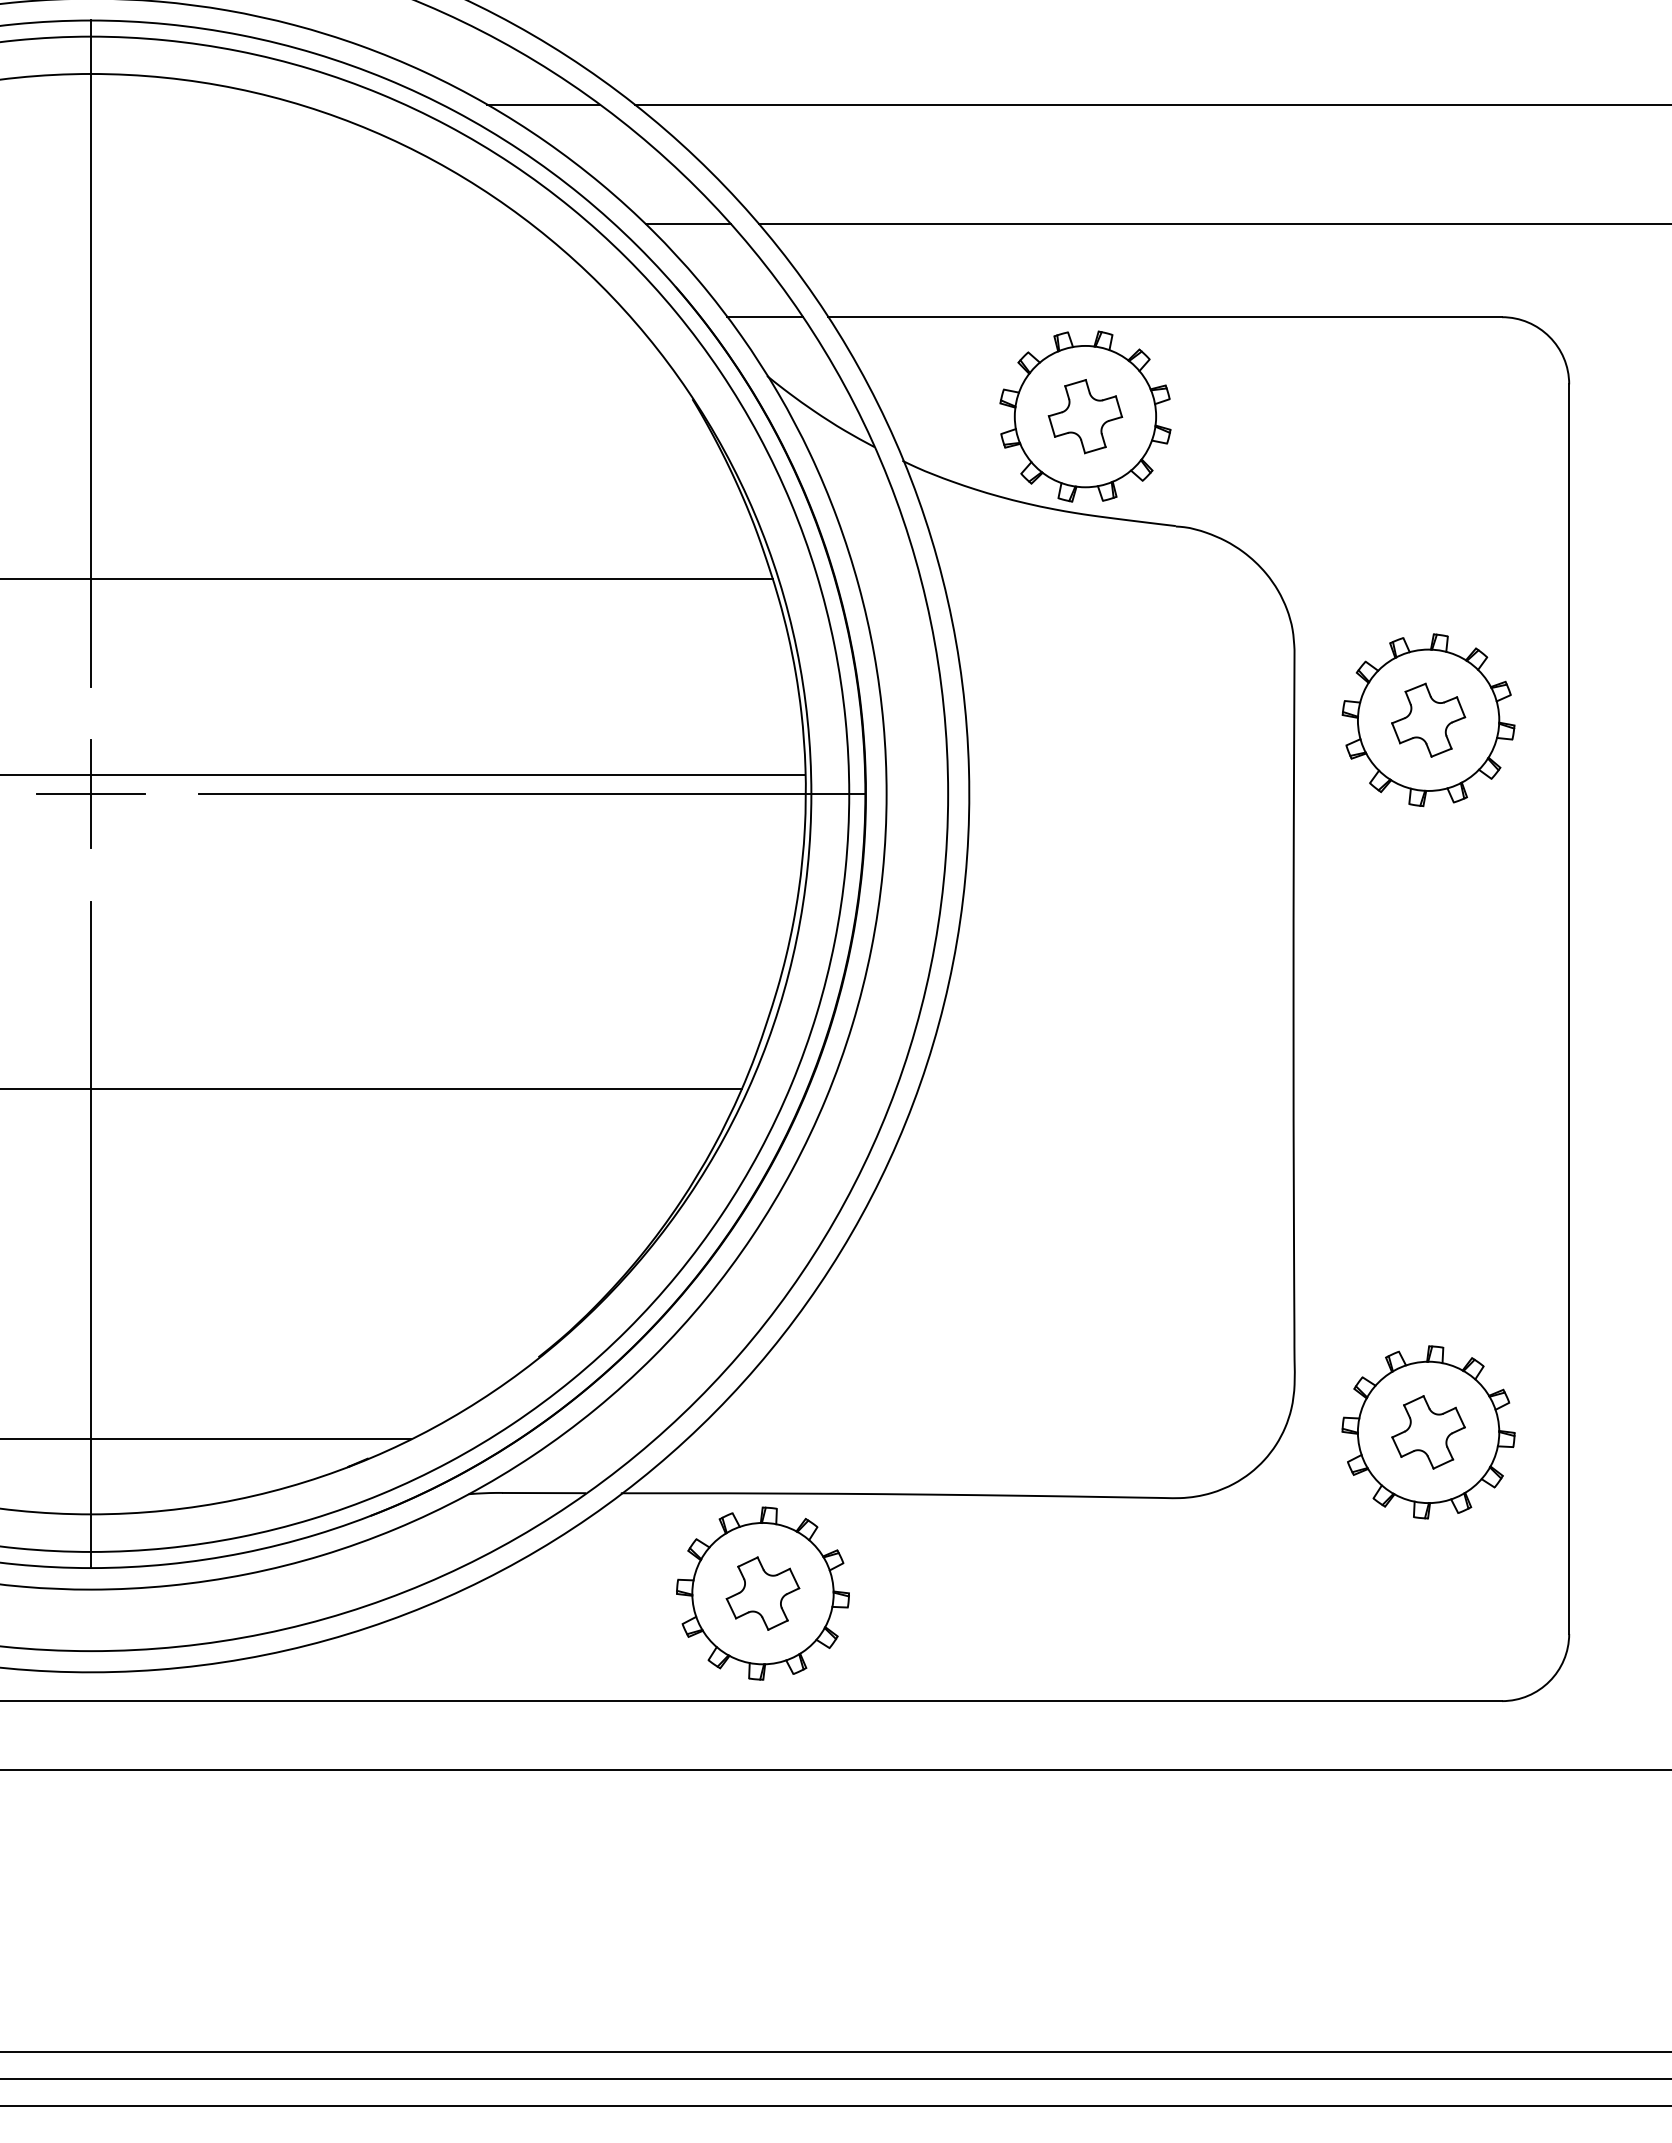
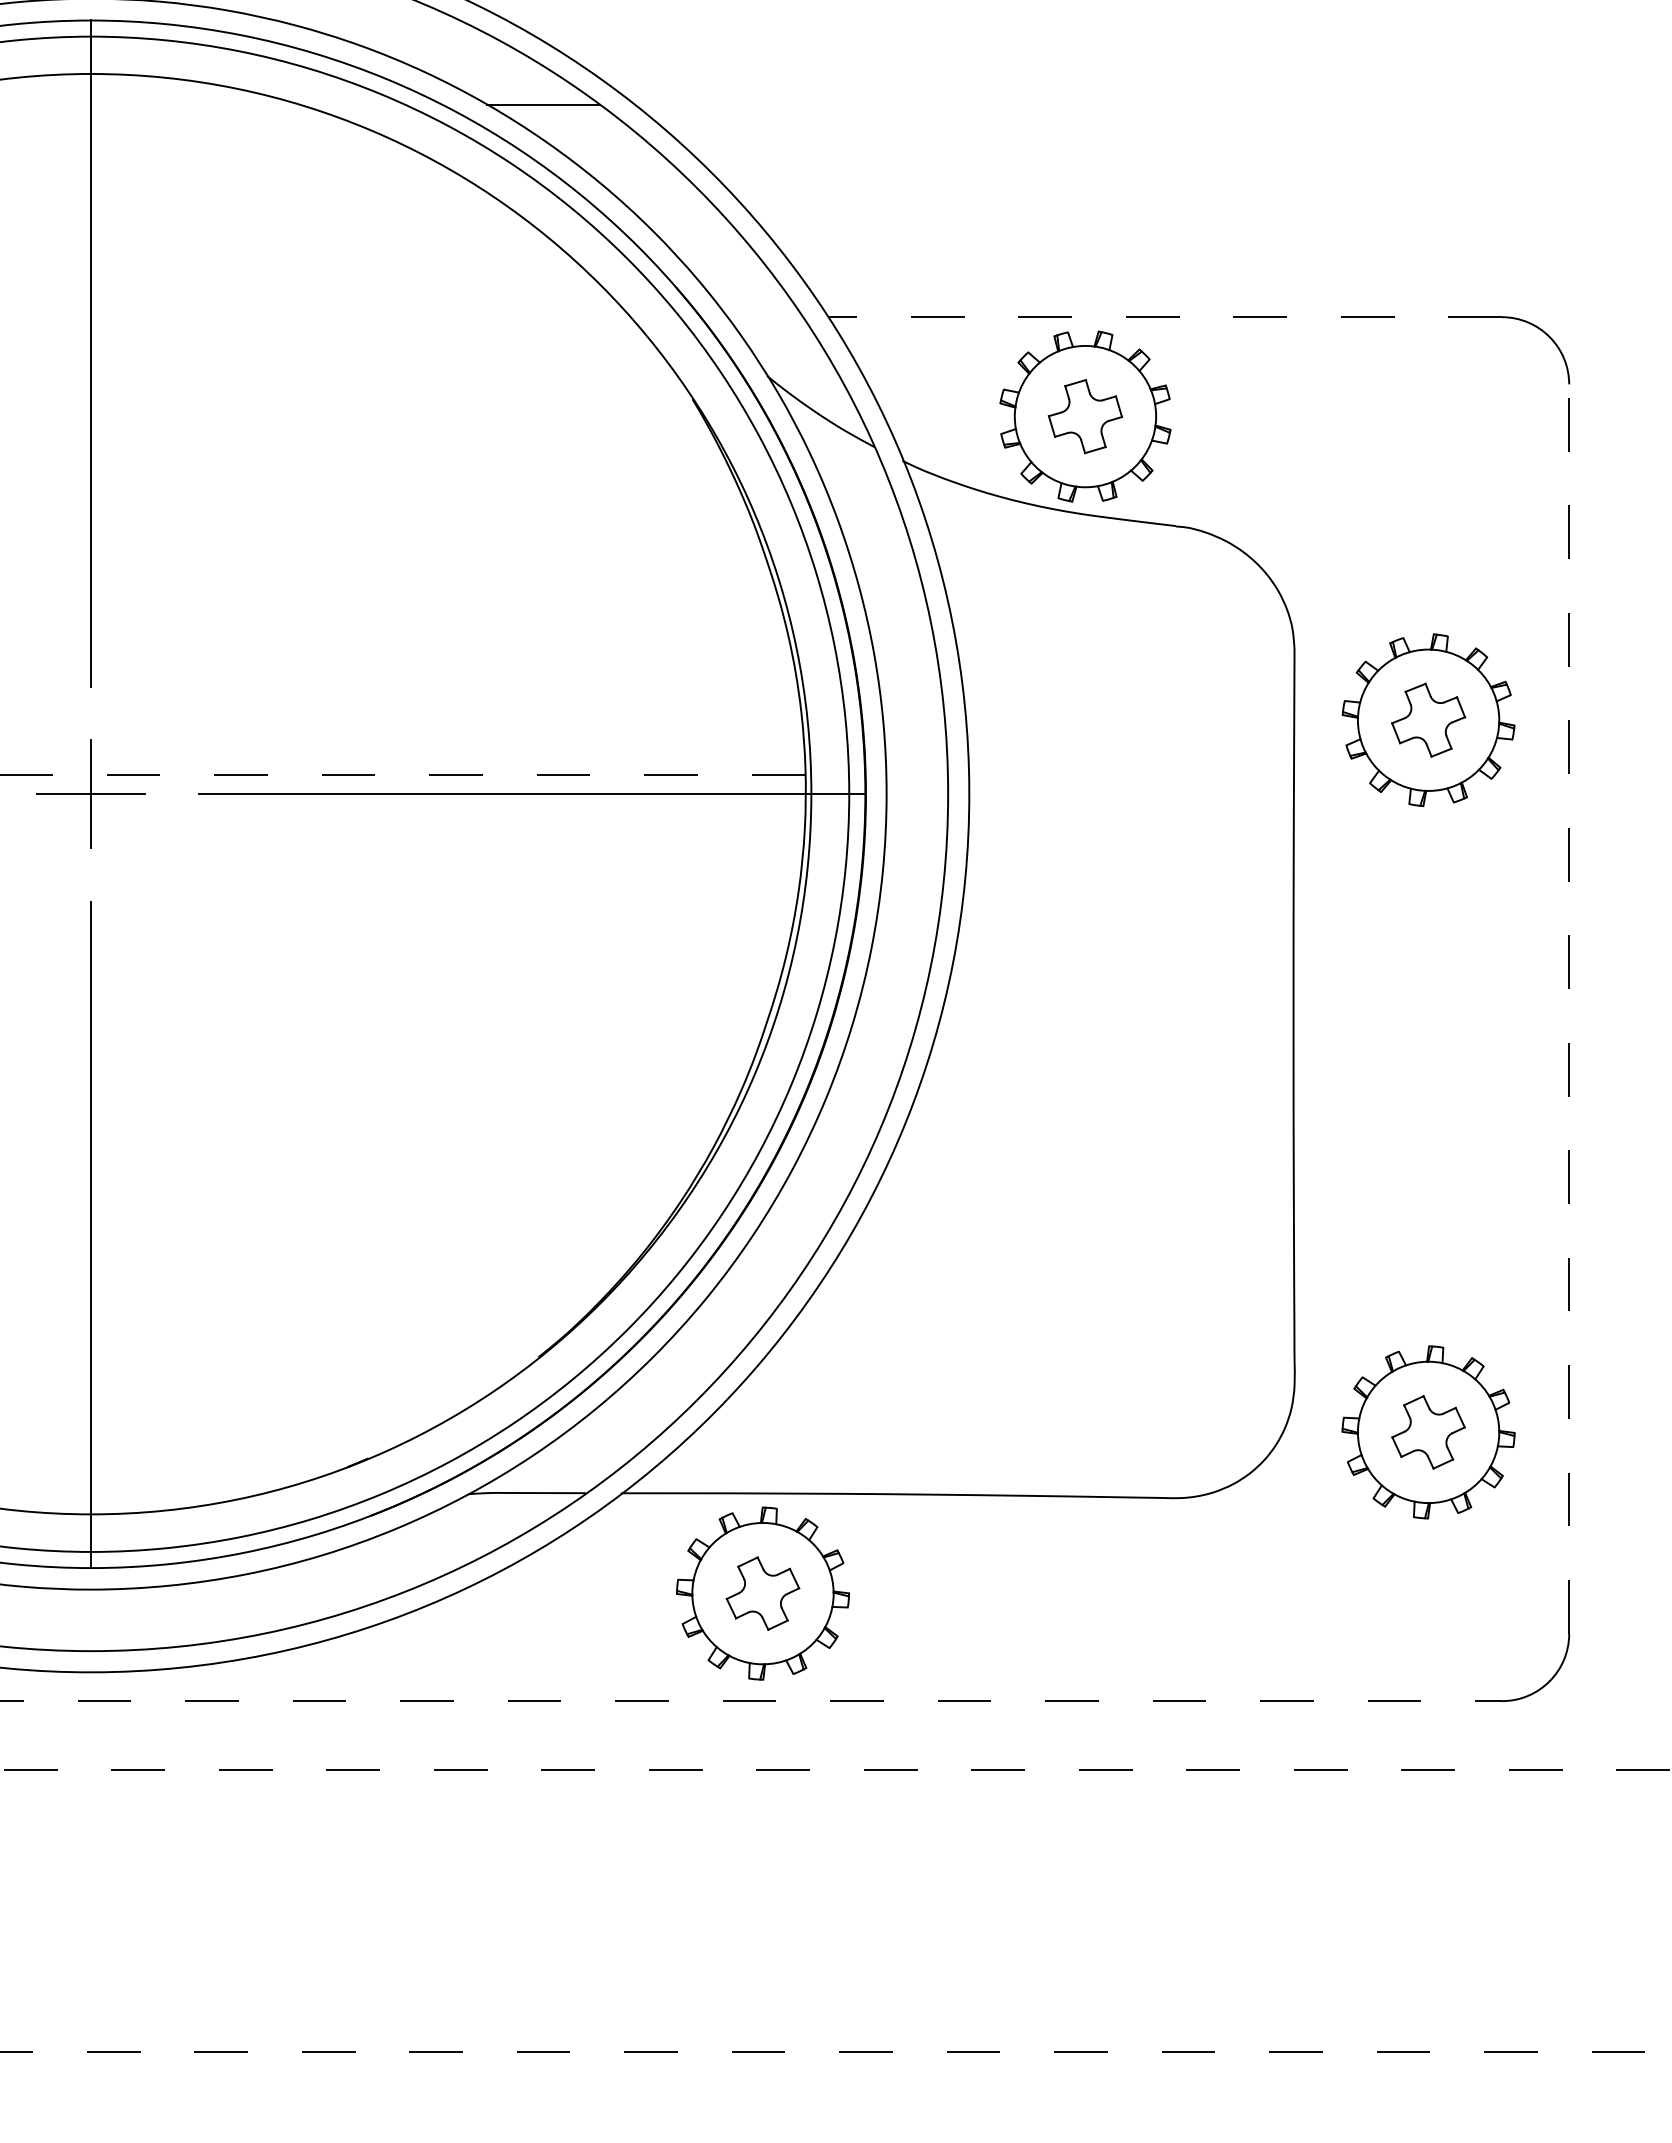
line at (1151, 104): present -> none
line at (688, 224): present -> none
line at (1213, 224): present -> none
line at (764, 317): present -> none
line at (1165, 317): solid -> dashed
line at (387, 579): present -> none
line at (402, 775): solid -> dashed
line at (1569, 1009): solid -> dashed
line at (371, 1089): present -> none
line at (206, 1439): present -> none
line at (751, 1701): solid -> dashed
line at (835, 1769): solid -> dashed
line at (835, 2051): solid -> dashed
line at (835, 2078): present -> none
line at (835, 2105): present -> none
